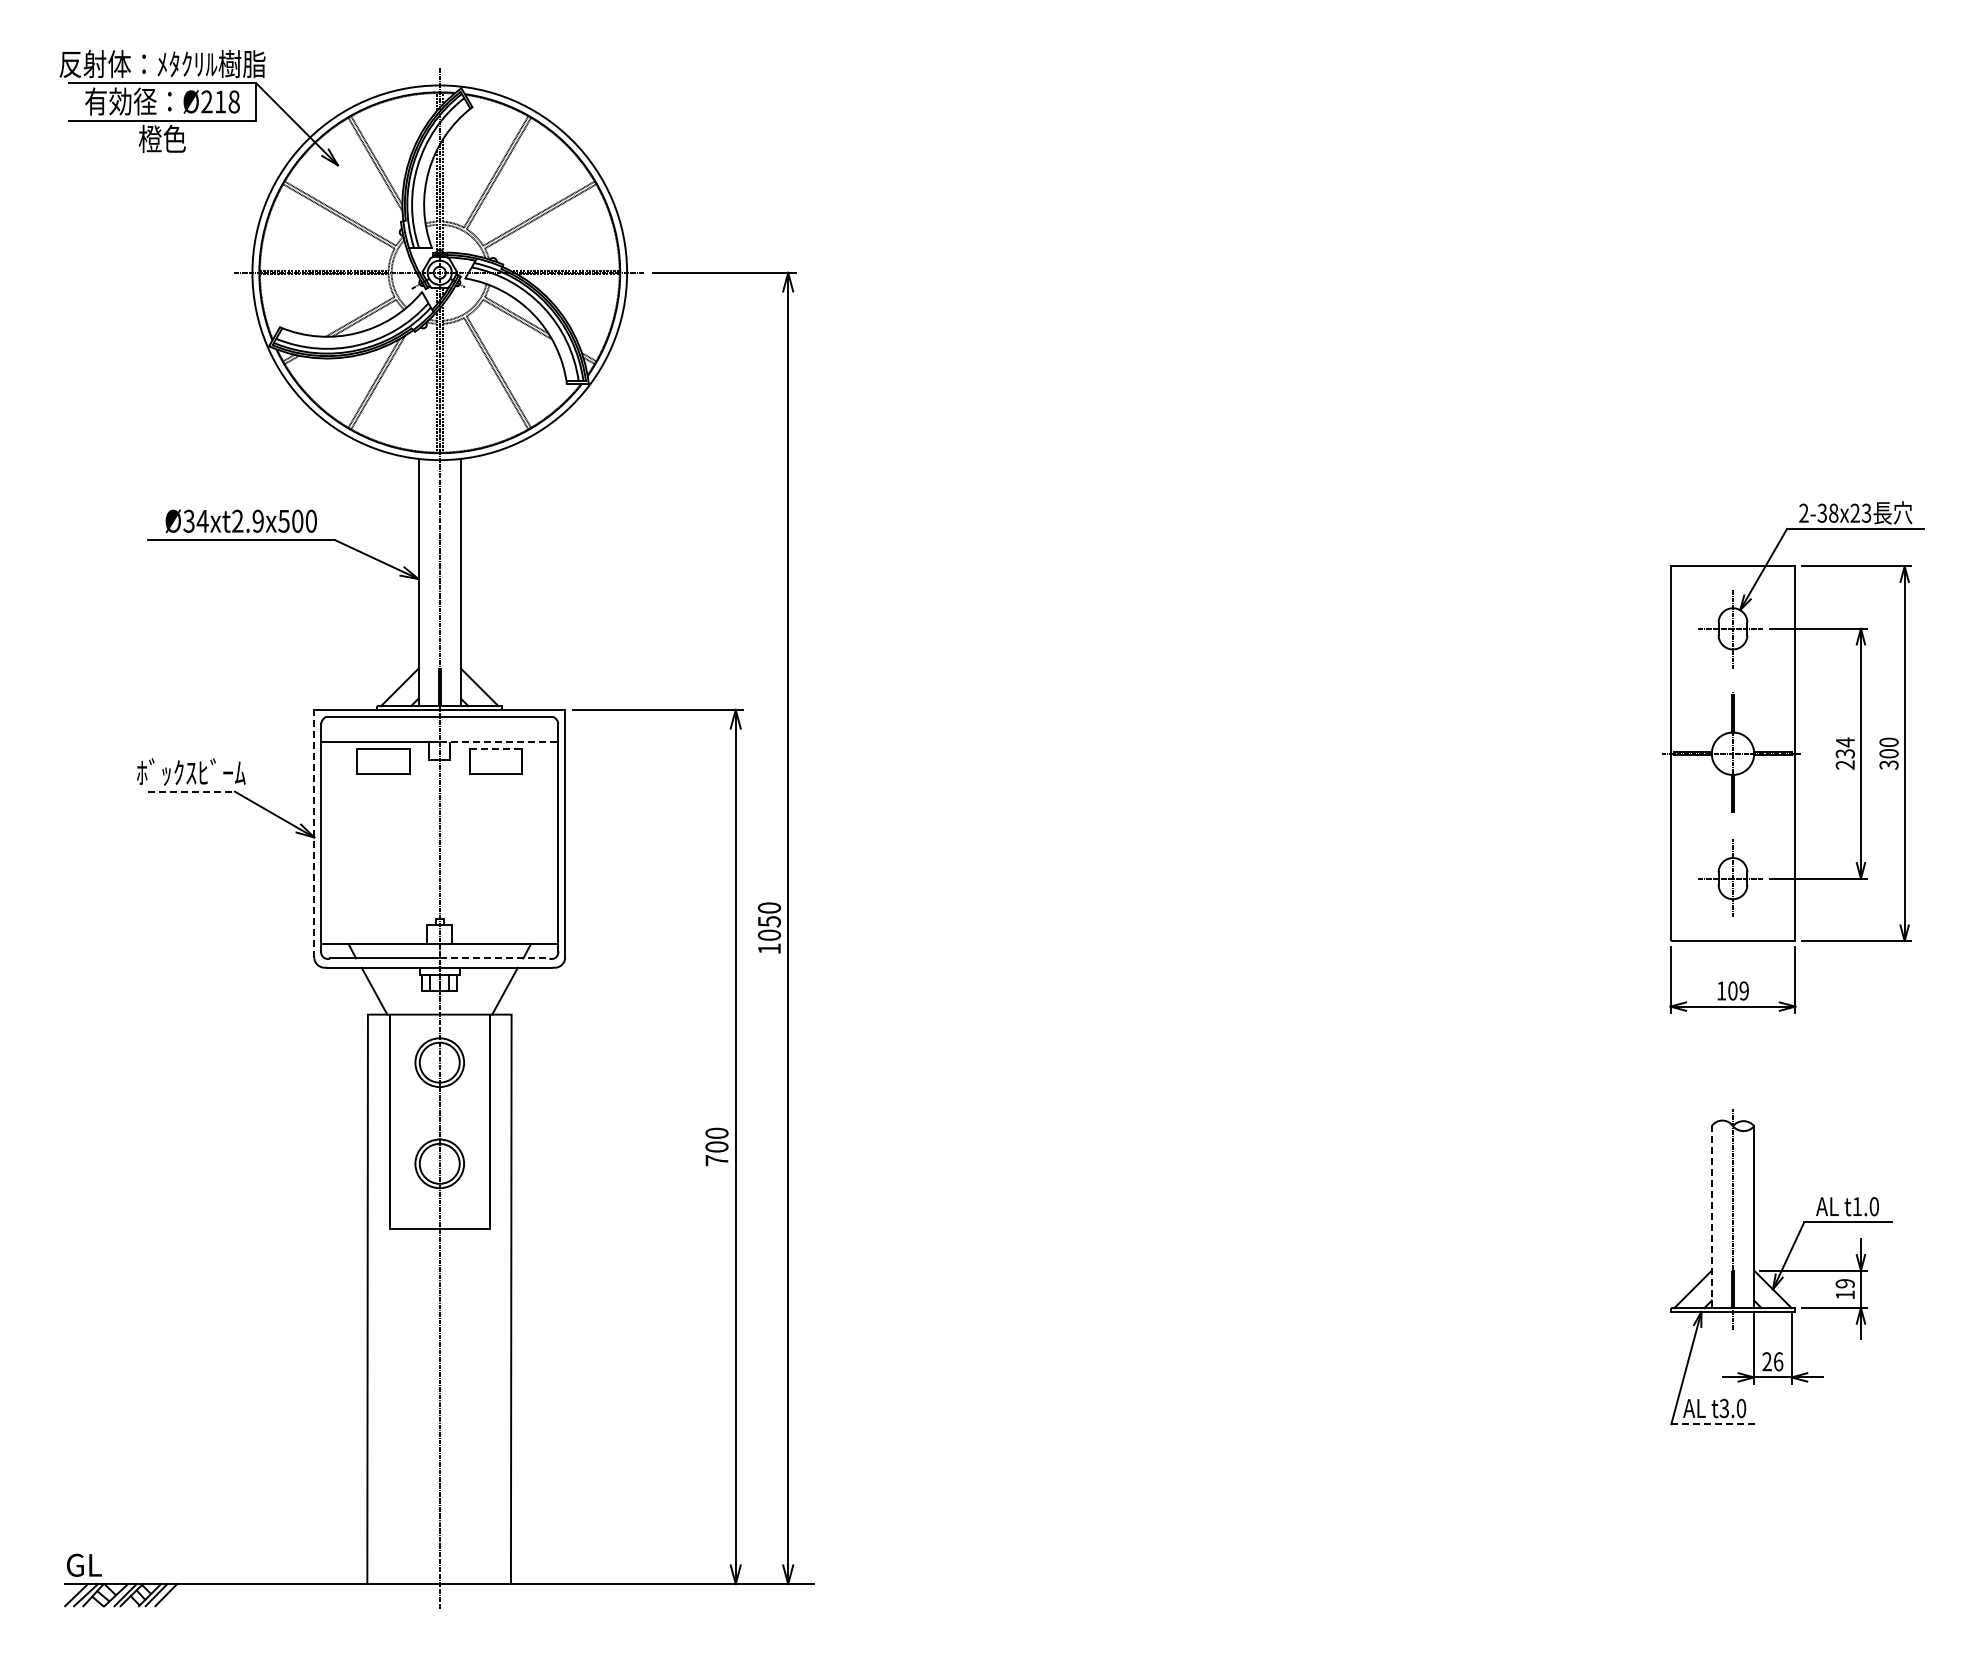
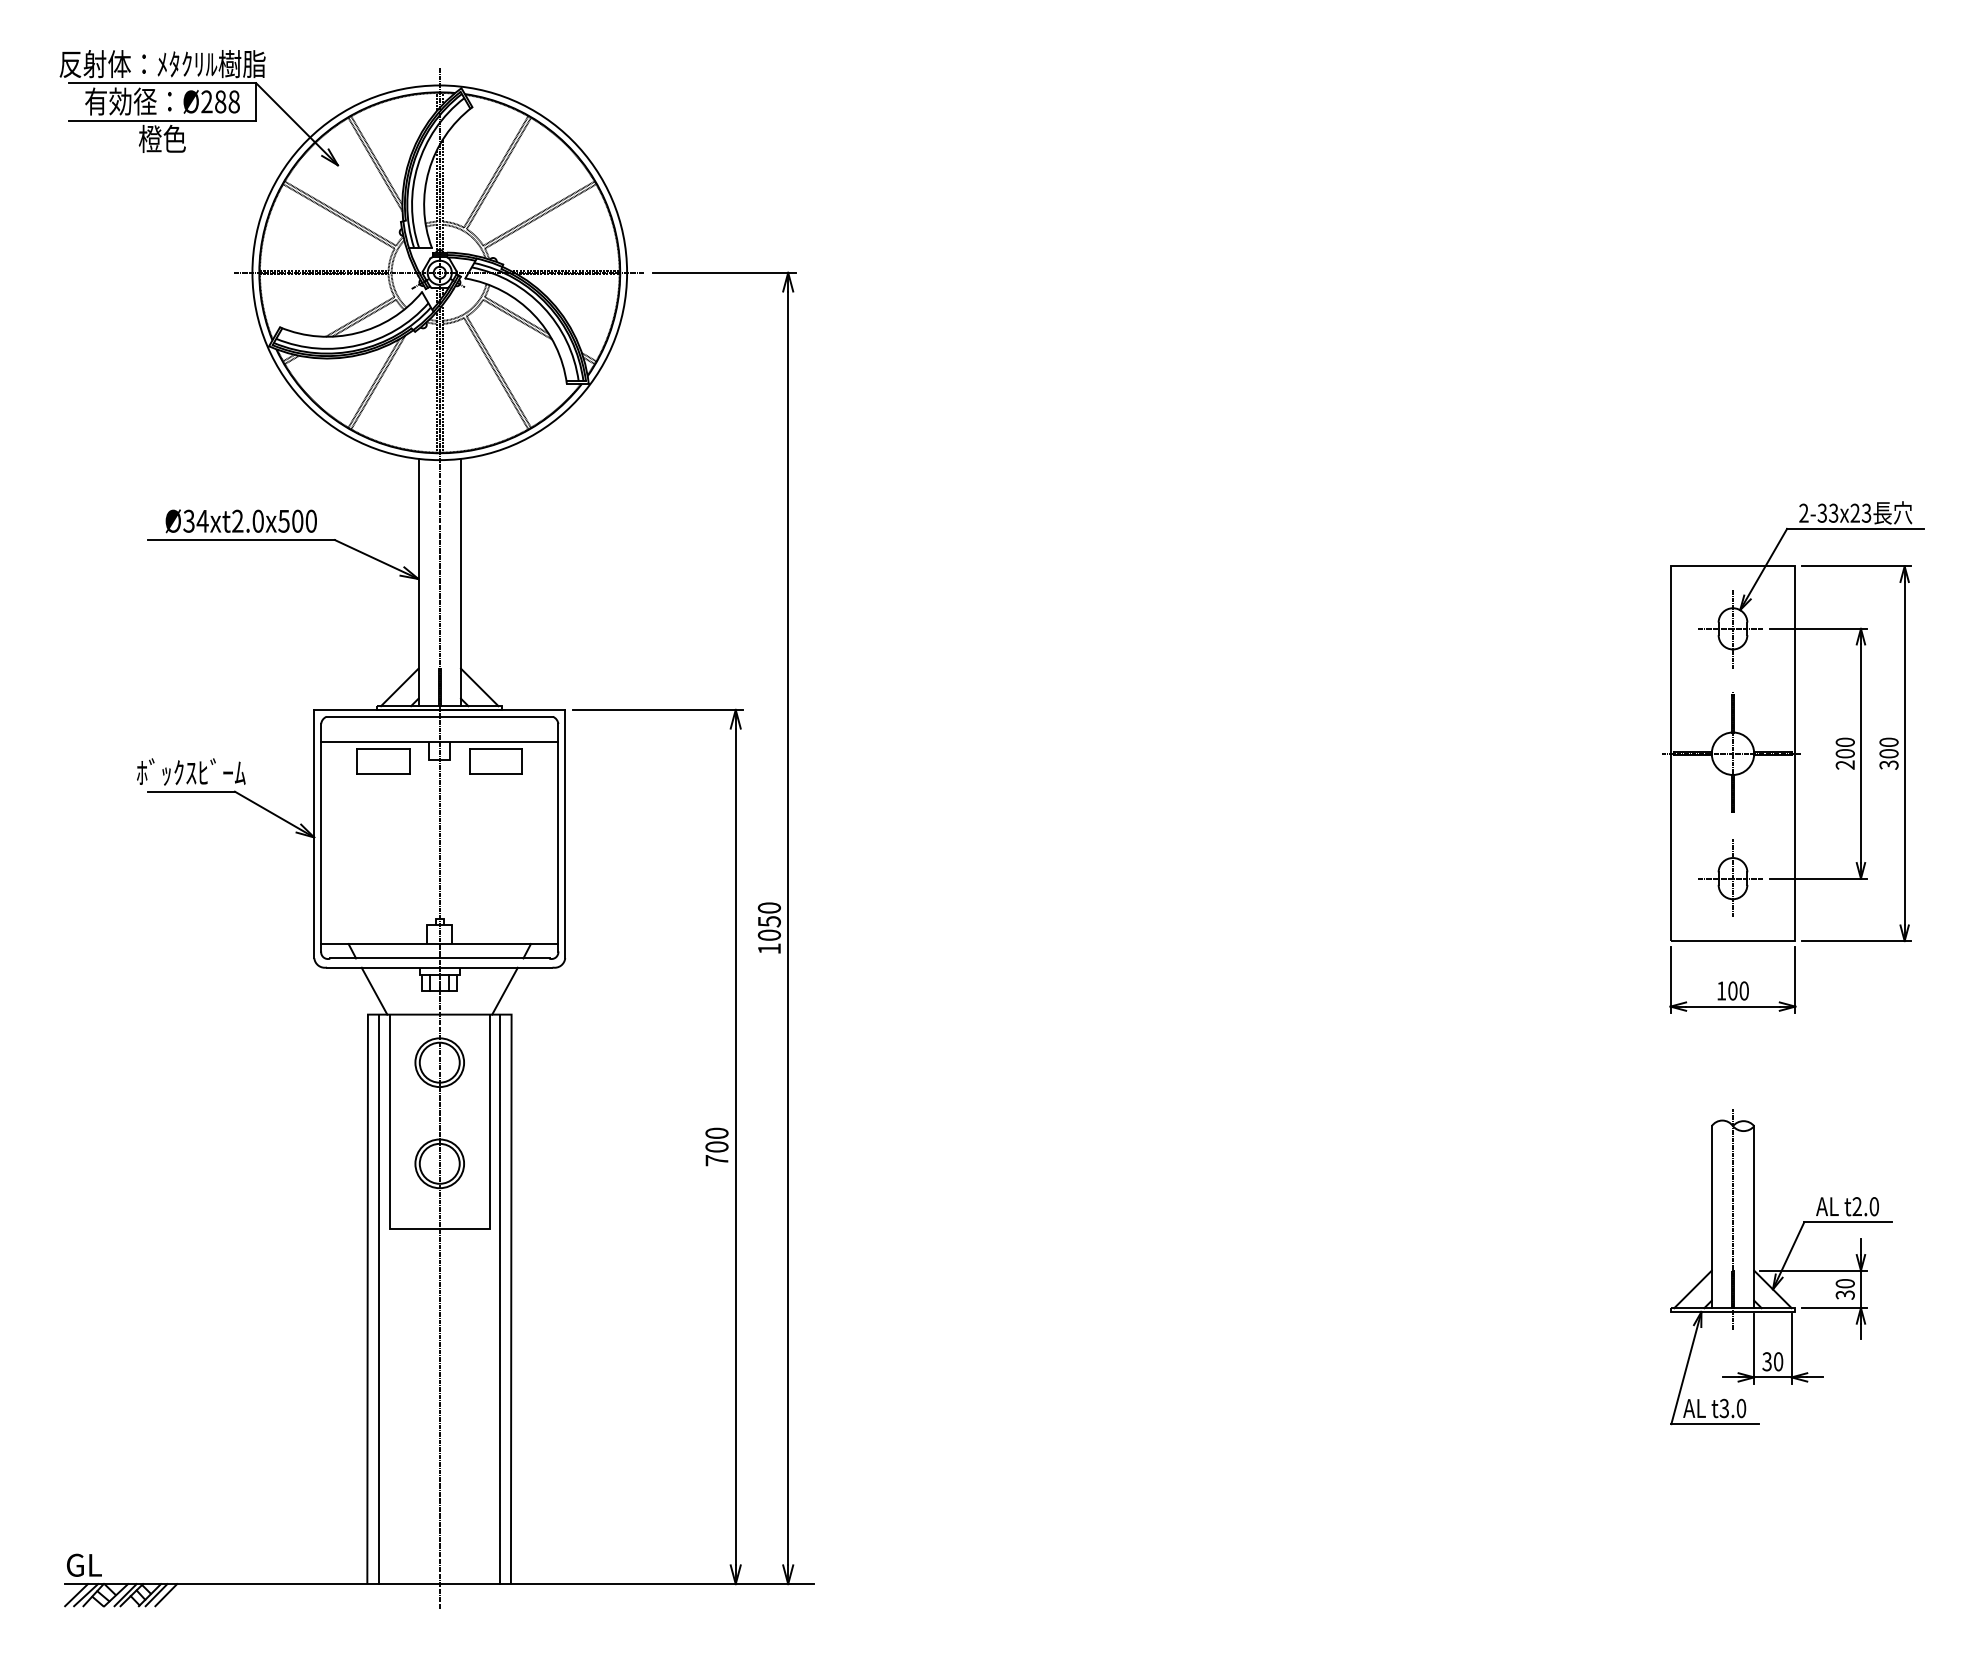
text at (220, 101): Ø218 -> Ø288
text at (1833, 512): 2-38x23 -> 2-33x23
text at (257, 520): Ø34xt2.9x500 -> Ø34xt2.0x500
line at (499, 742): dashed -> solid
text at (1844, 747): 234 -> 200
line at (496, 748): dashed -> solid
line at (191, 791): dashed -> solid
line at (314, 833): dashed -> solid
line at (494, 958): dashed -> solid
text at (1743, 990): 109 -> 100
text at (1856, 1206): t1.0 -> t2.0
line at (1711, 1217): dashed -> solid
text at (1844, 1289): 19 -> 30
line at (379, 1299): none -> present
line at (500, 1299): none -> present
text at (1772, 1361): 26 -> 30
line at (1715, 1424): dashed -> solid
